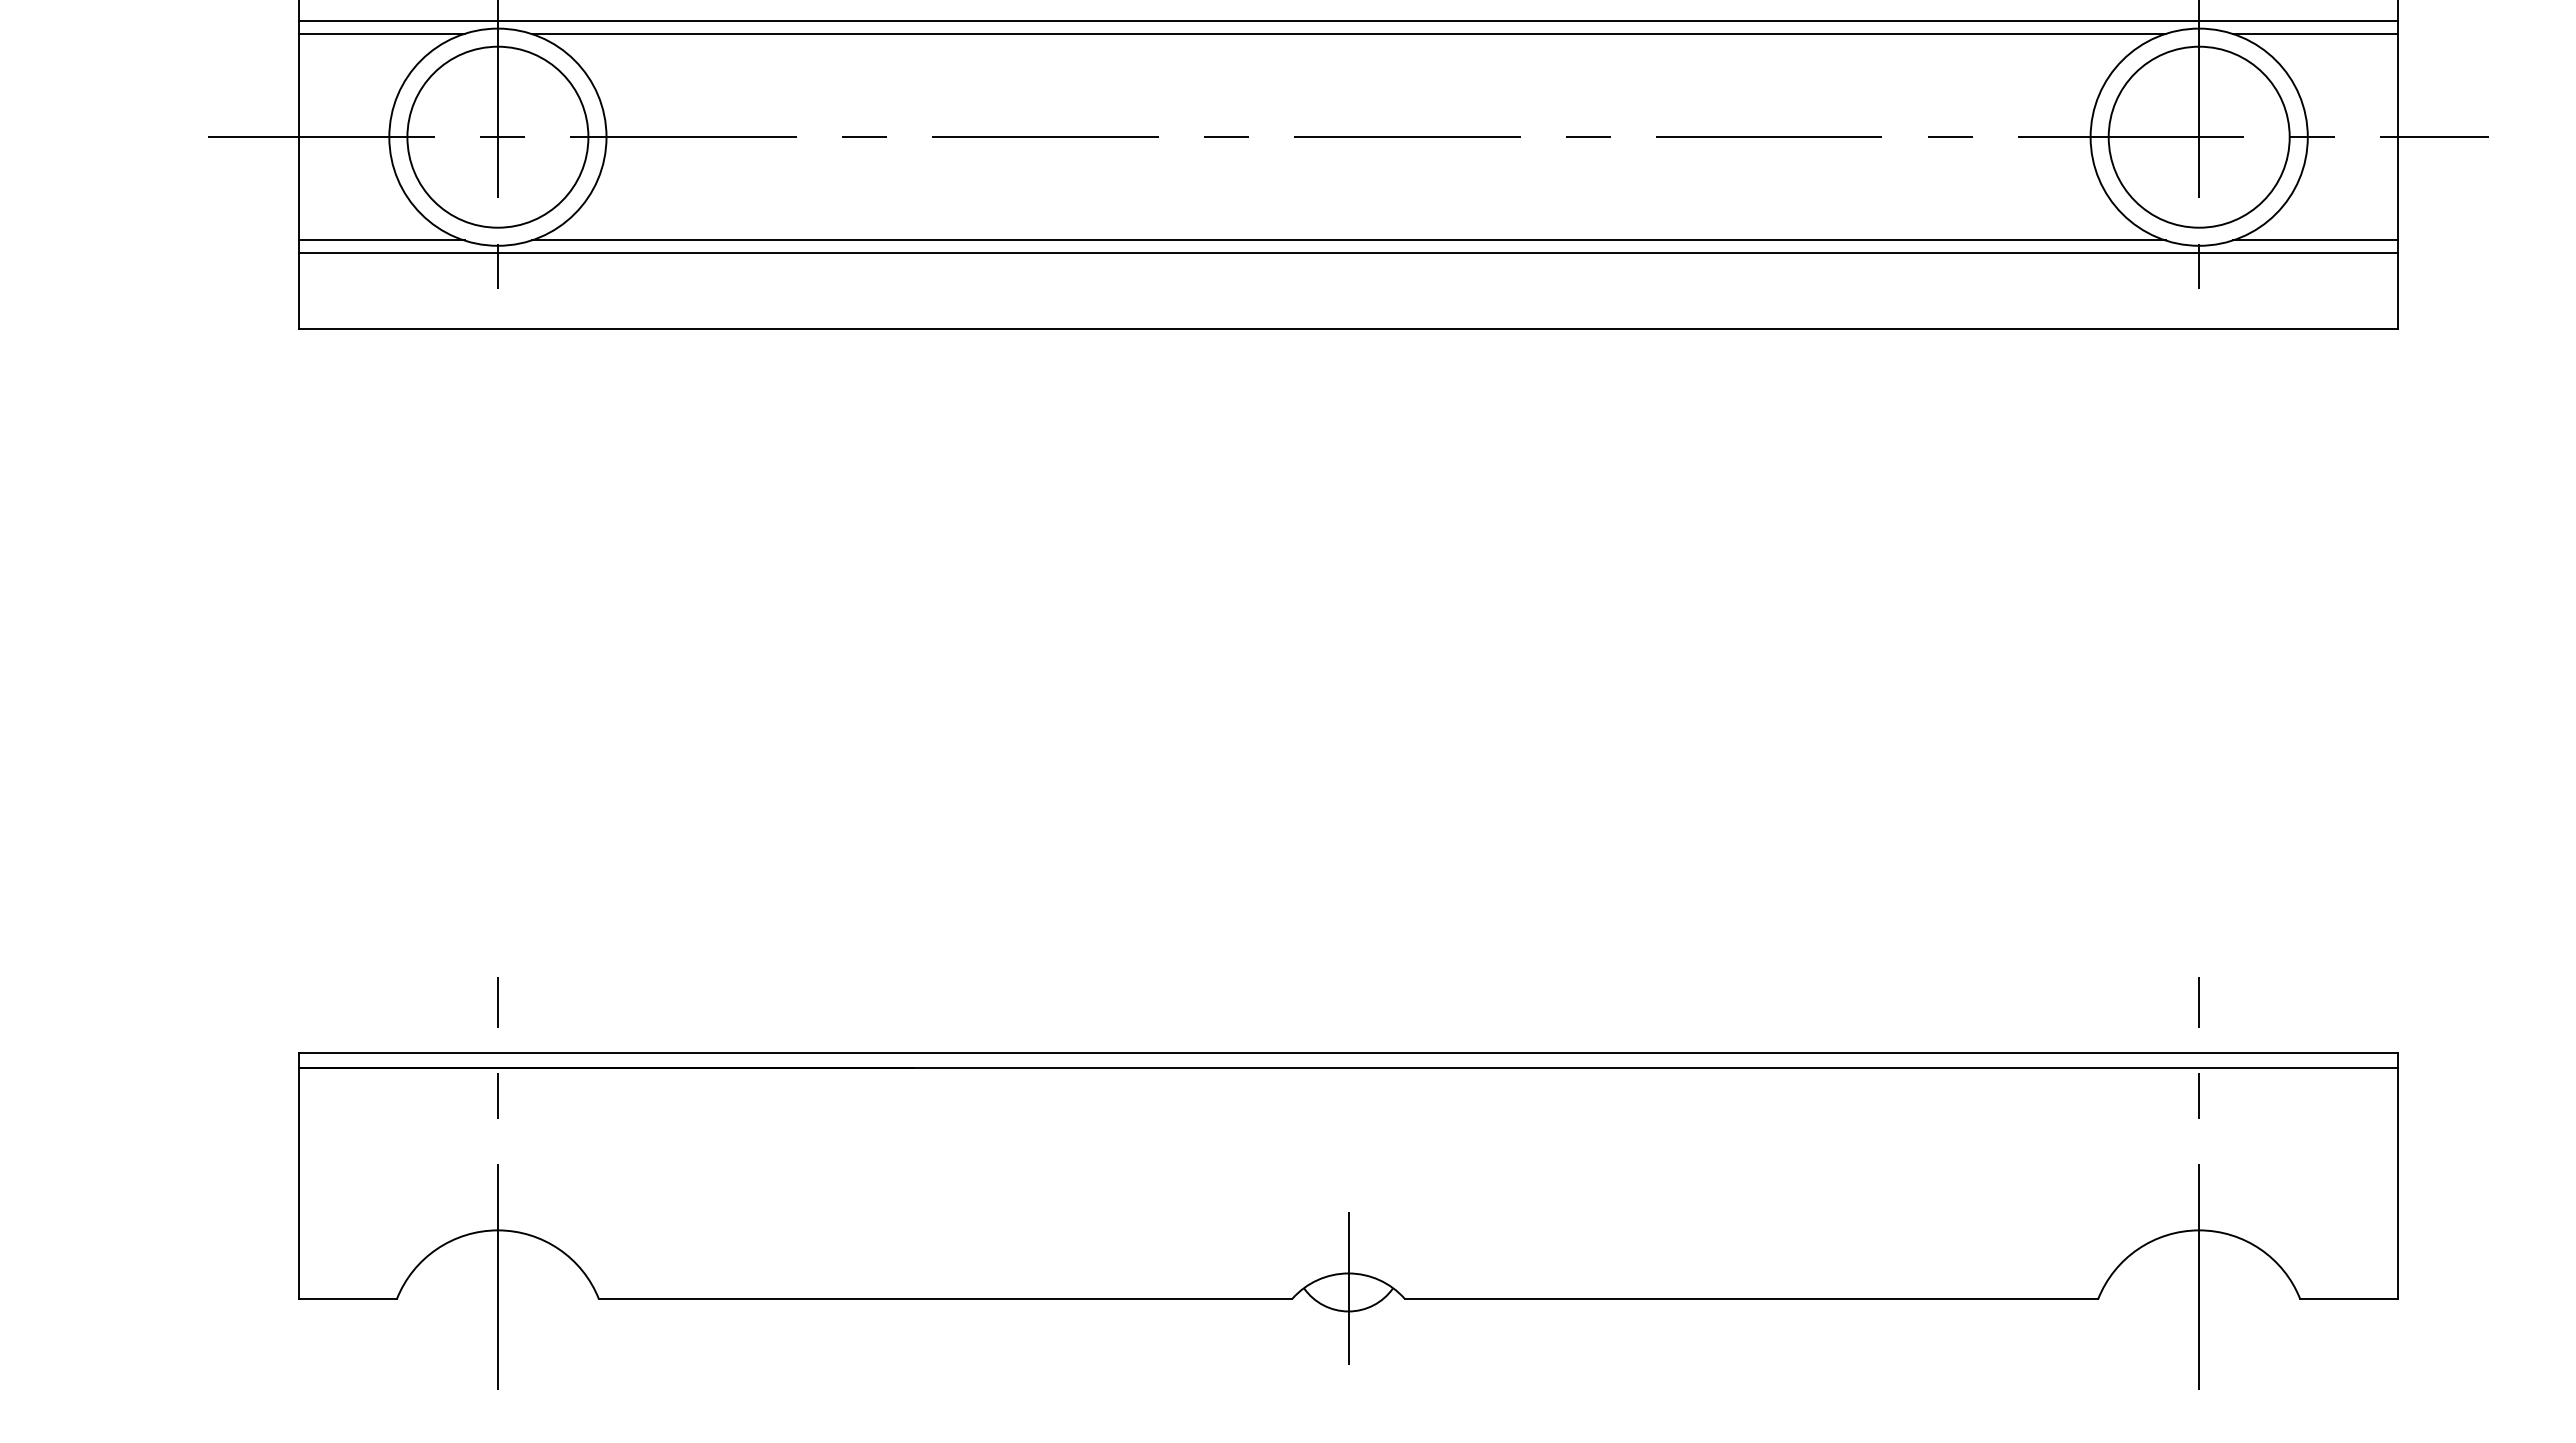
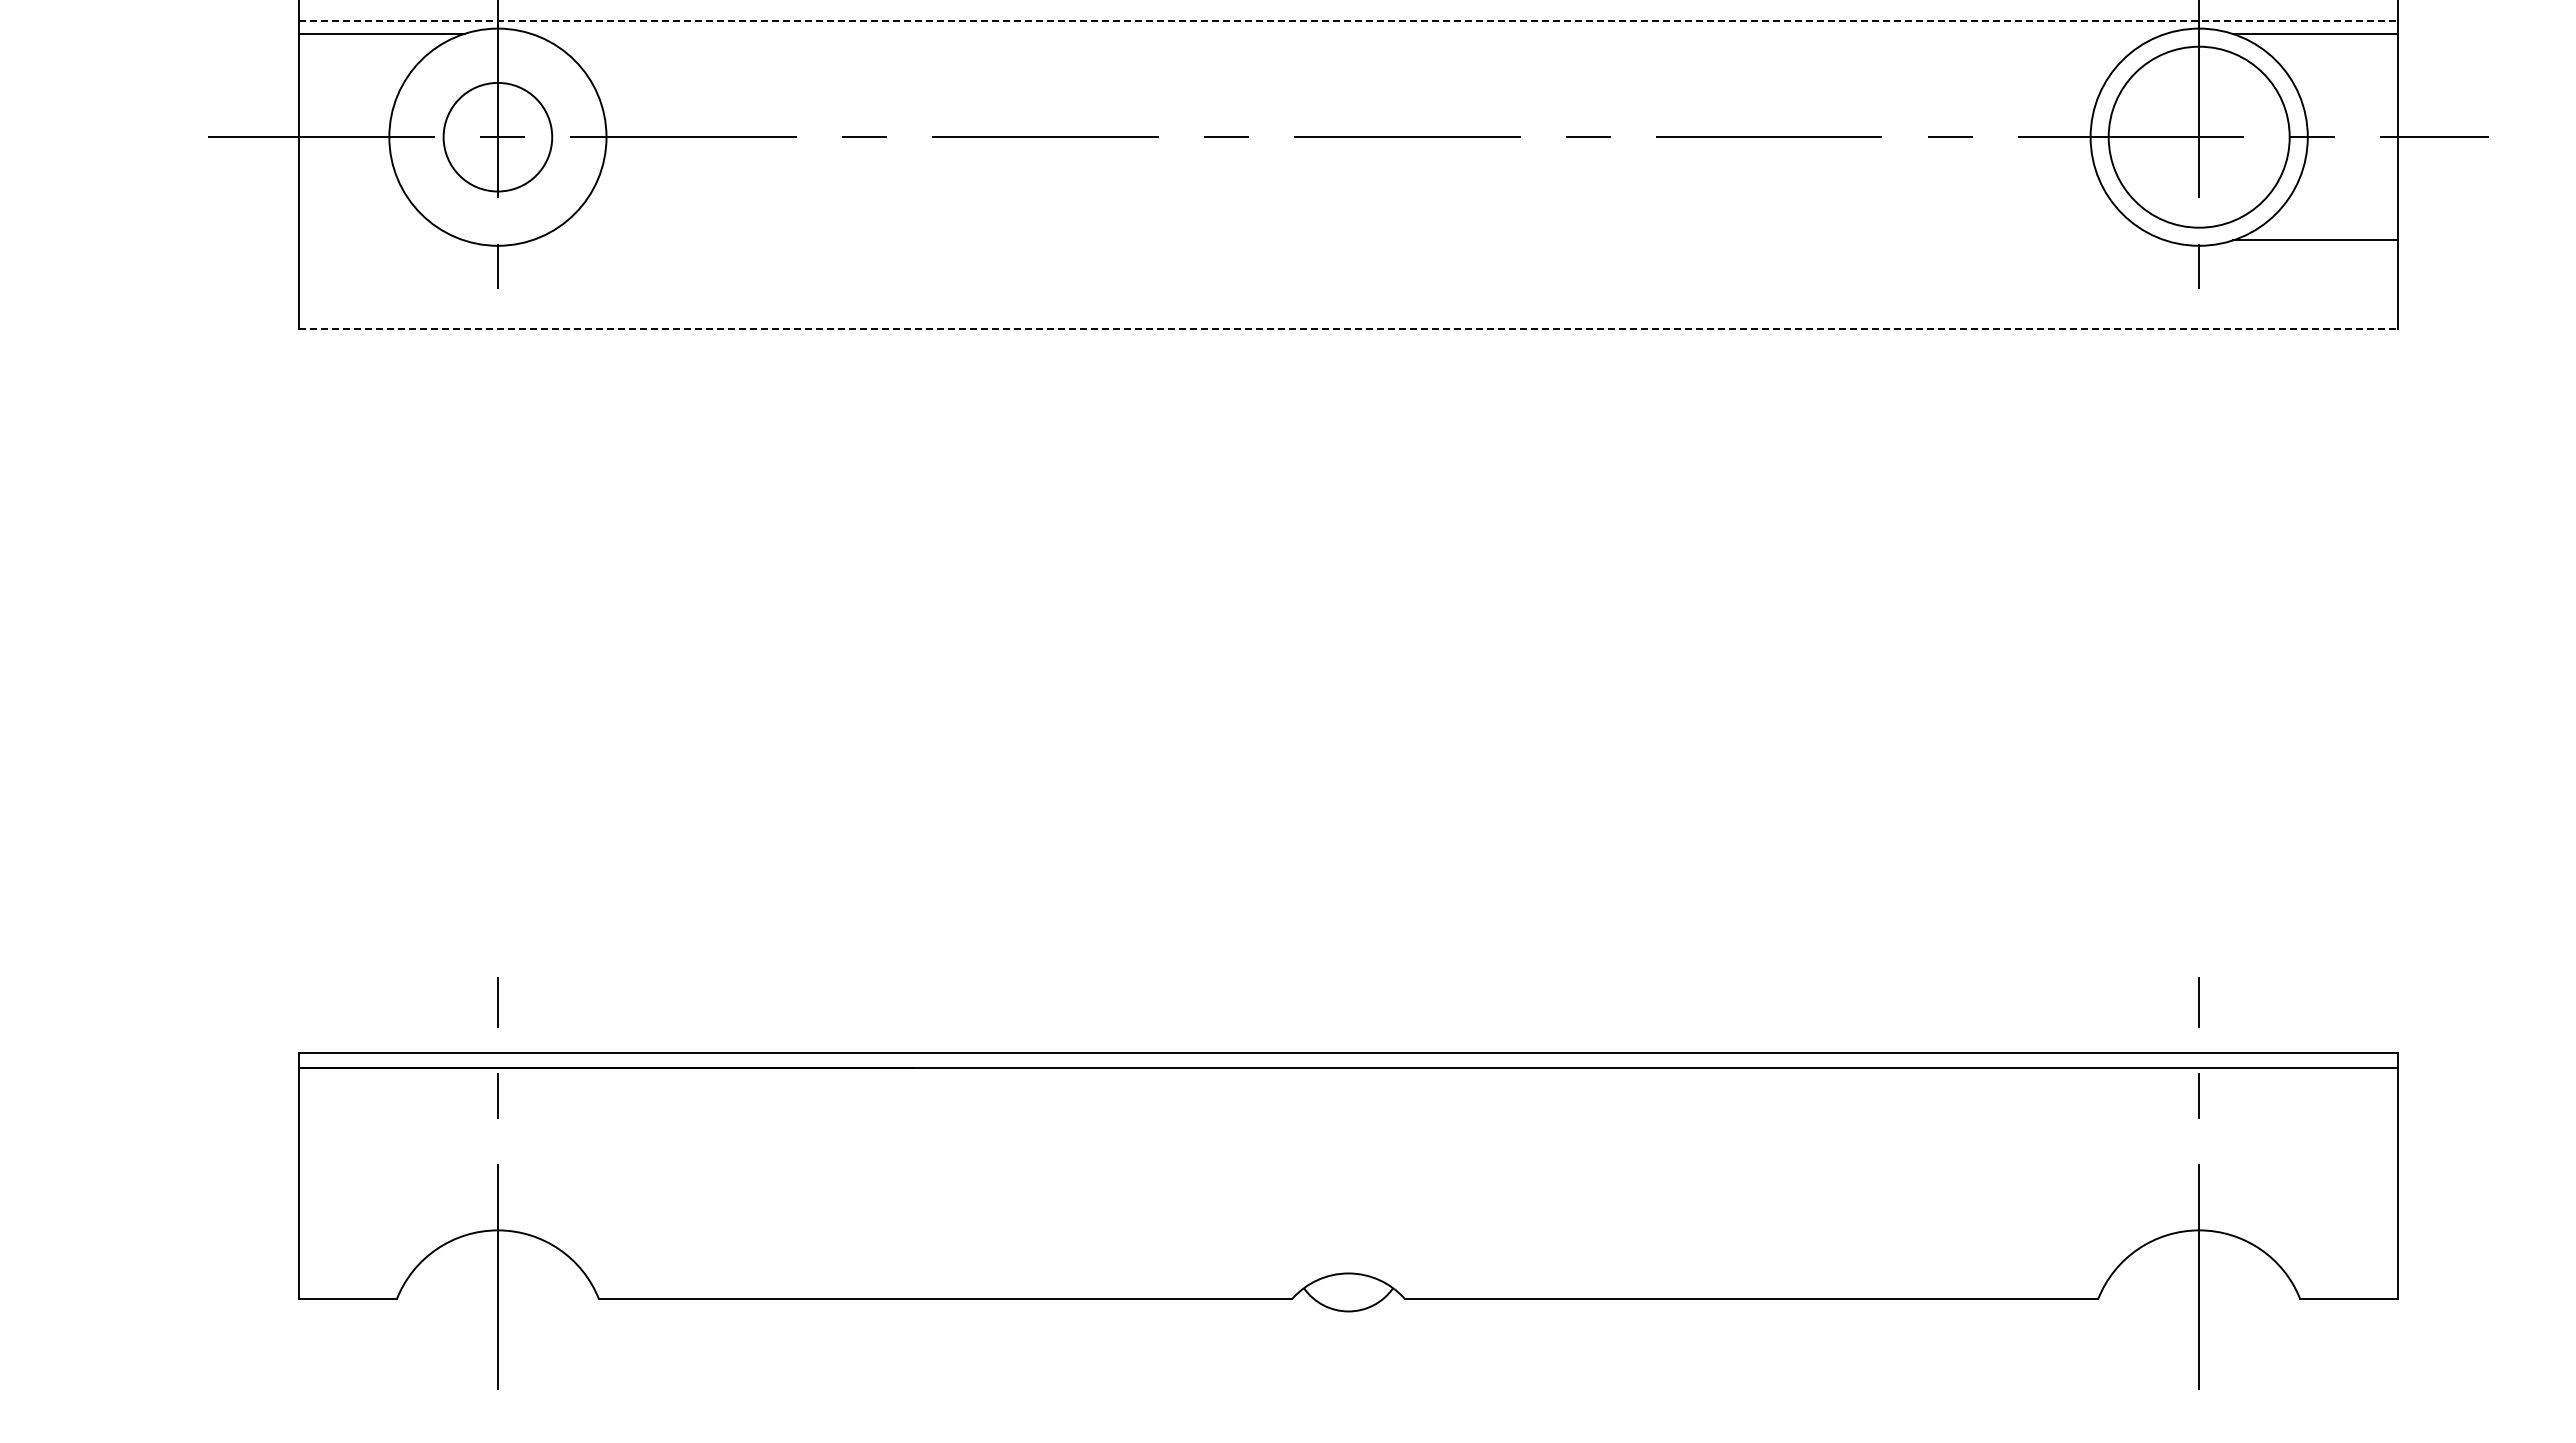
line at (1348, 21): solid -> dashed
line at (1348, 33): present -> none
circle at (497, 136) diameter: 181 px -> 109 px
line at (381, 240): present -> none
line at (1348, 240): present -> none
line at (1348, 253): present -> none
line at (1348, 329): solid -> dashed
line at (1348, 1288): present -> none
